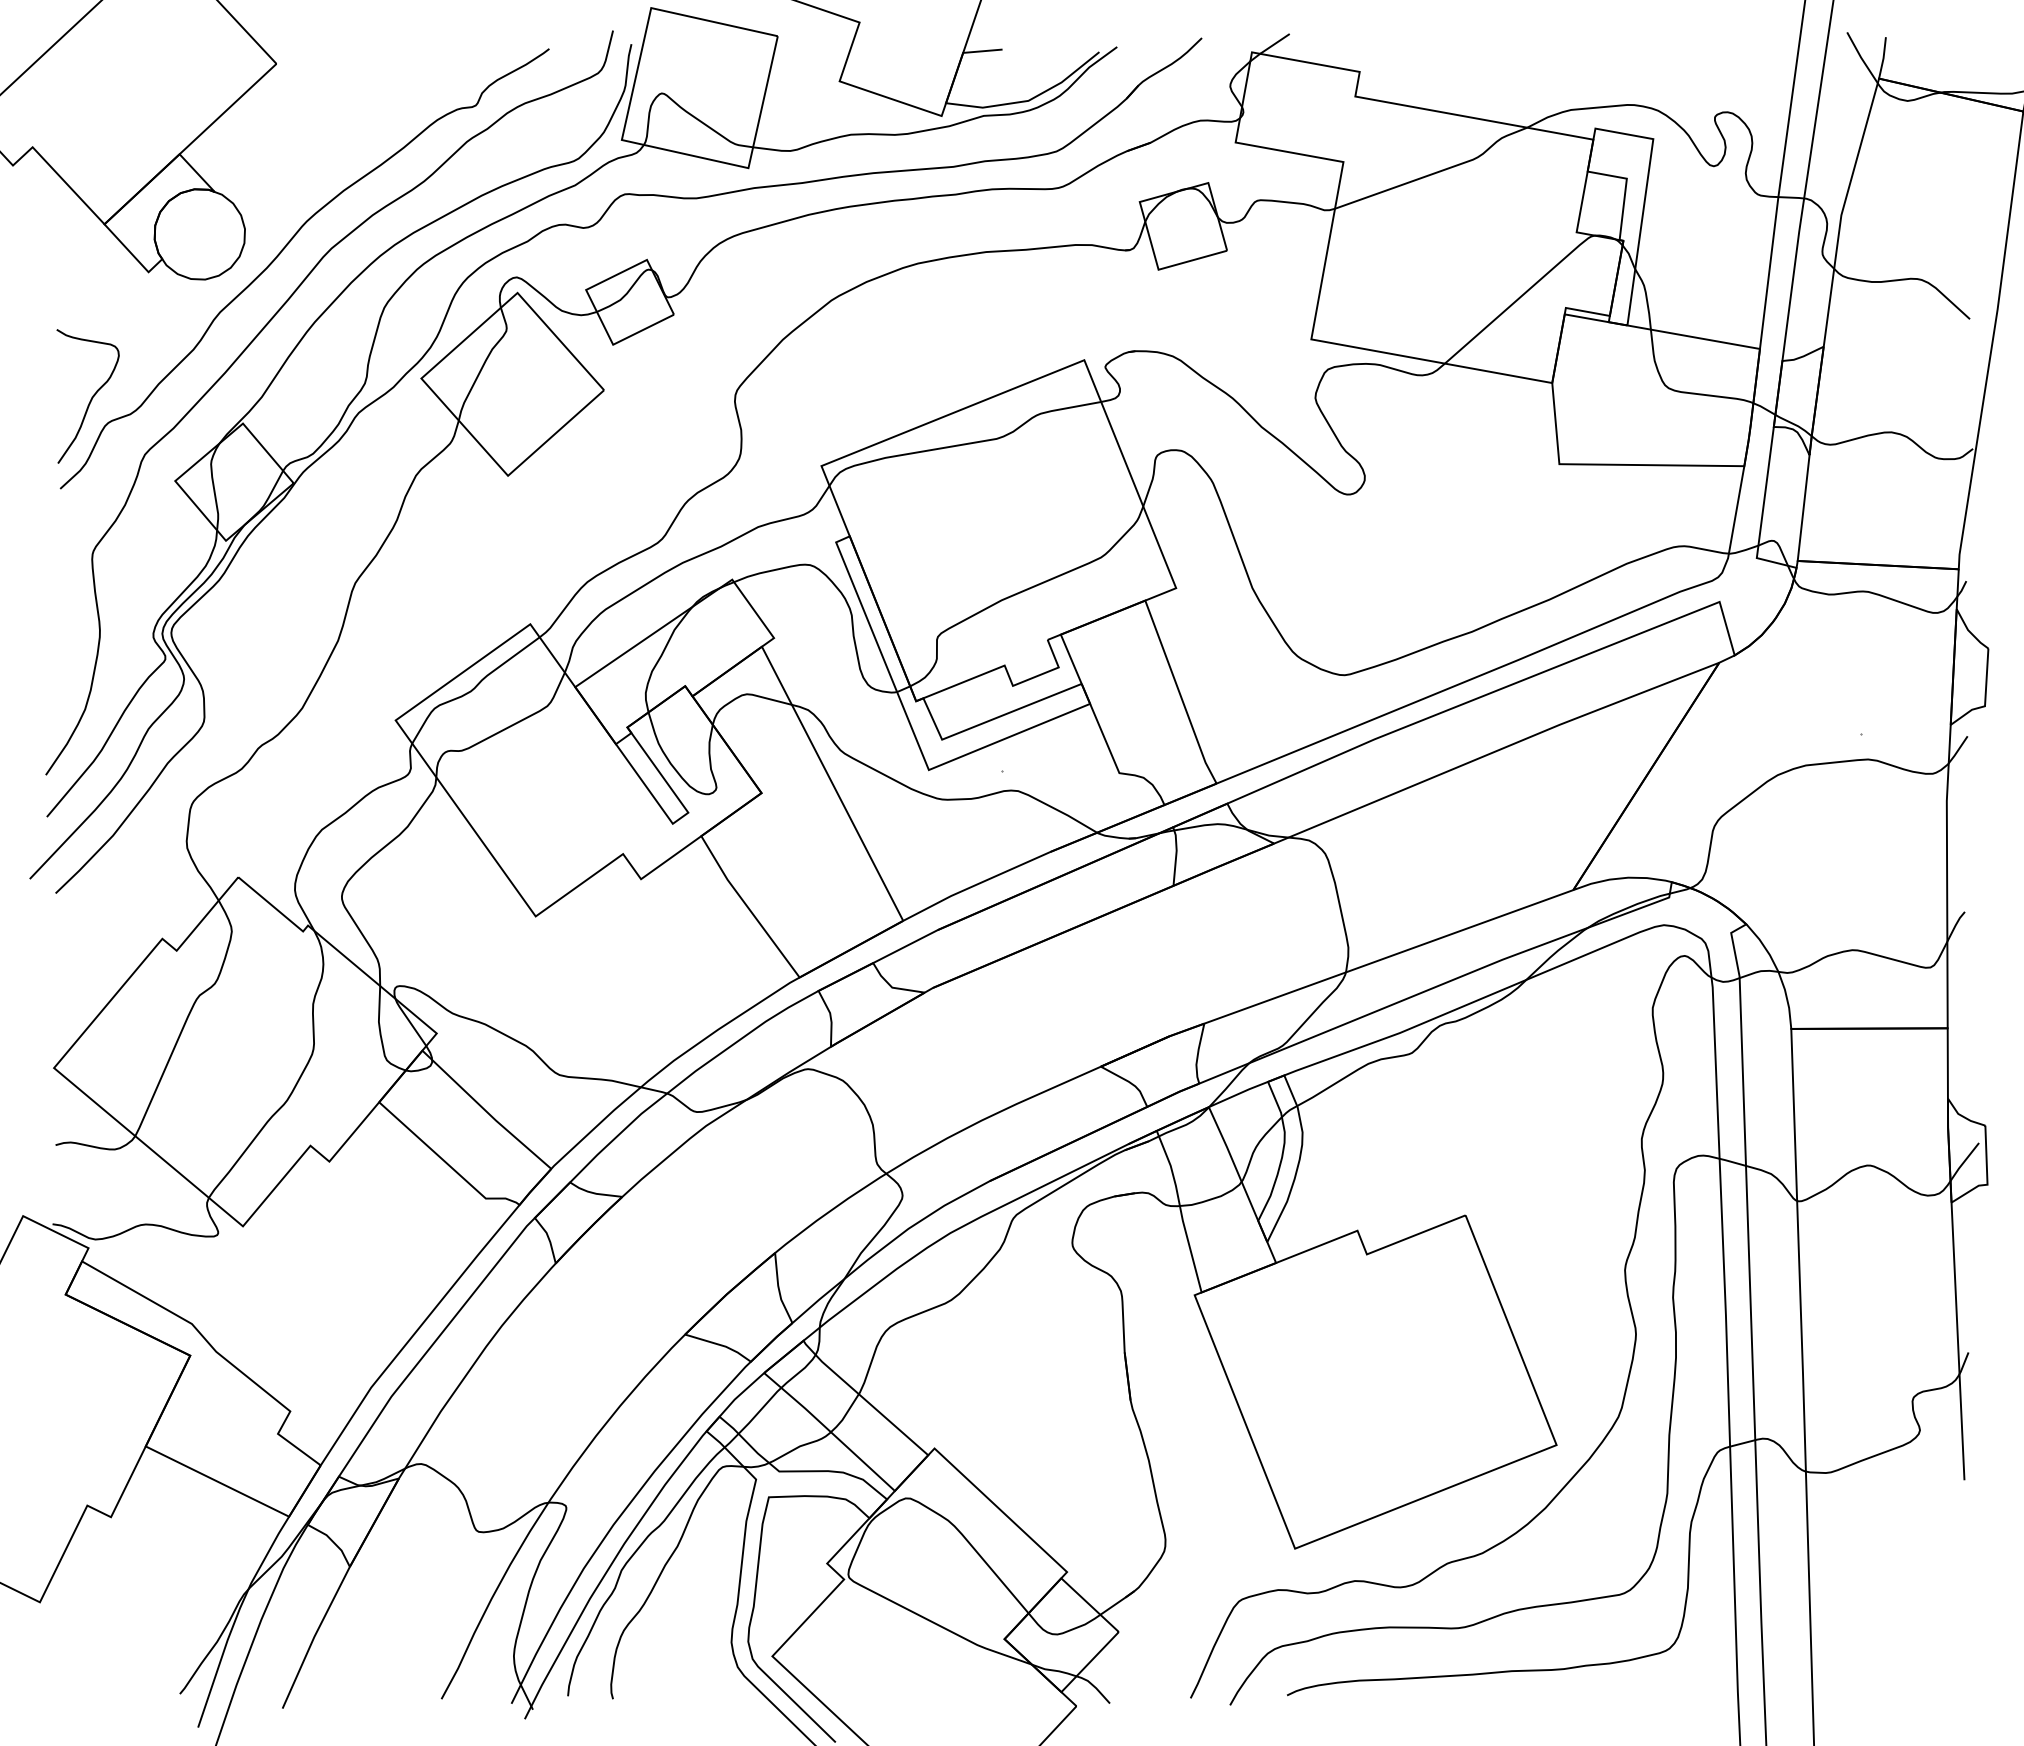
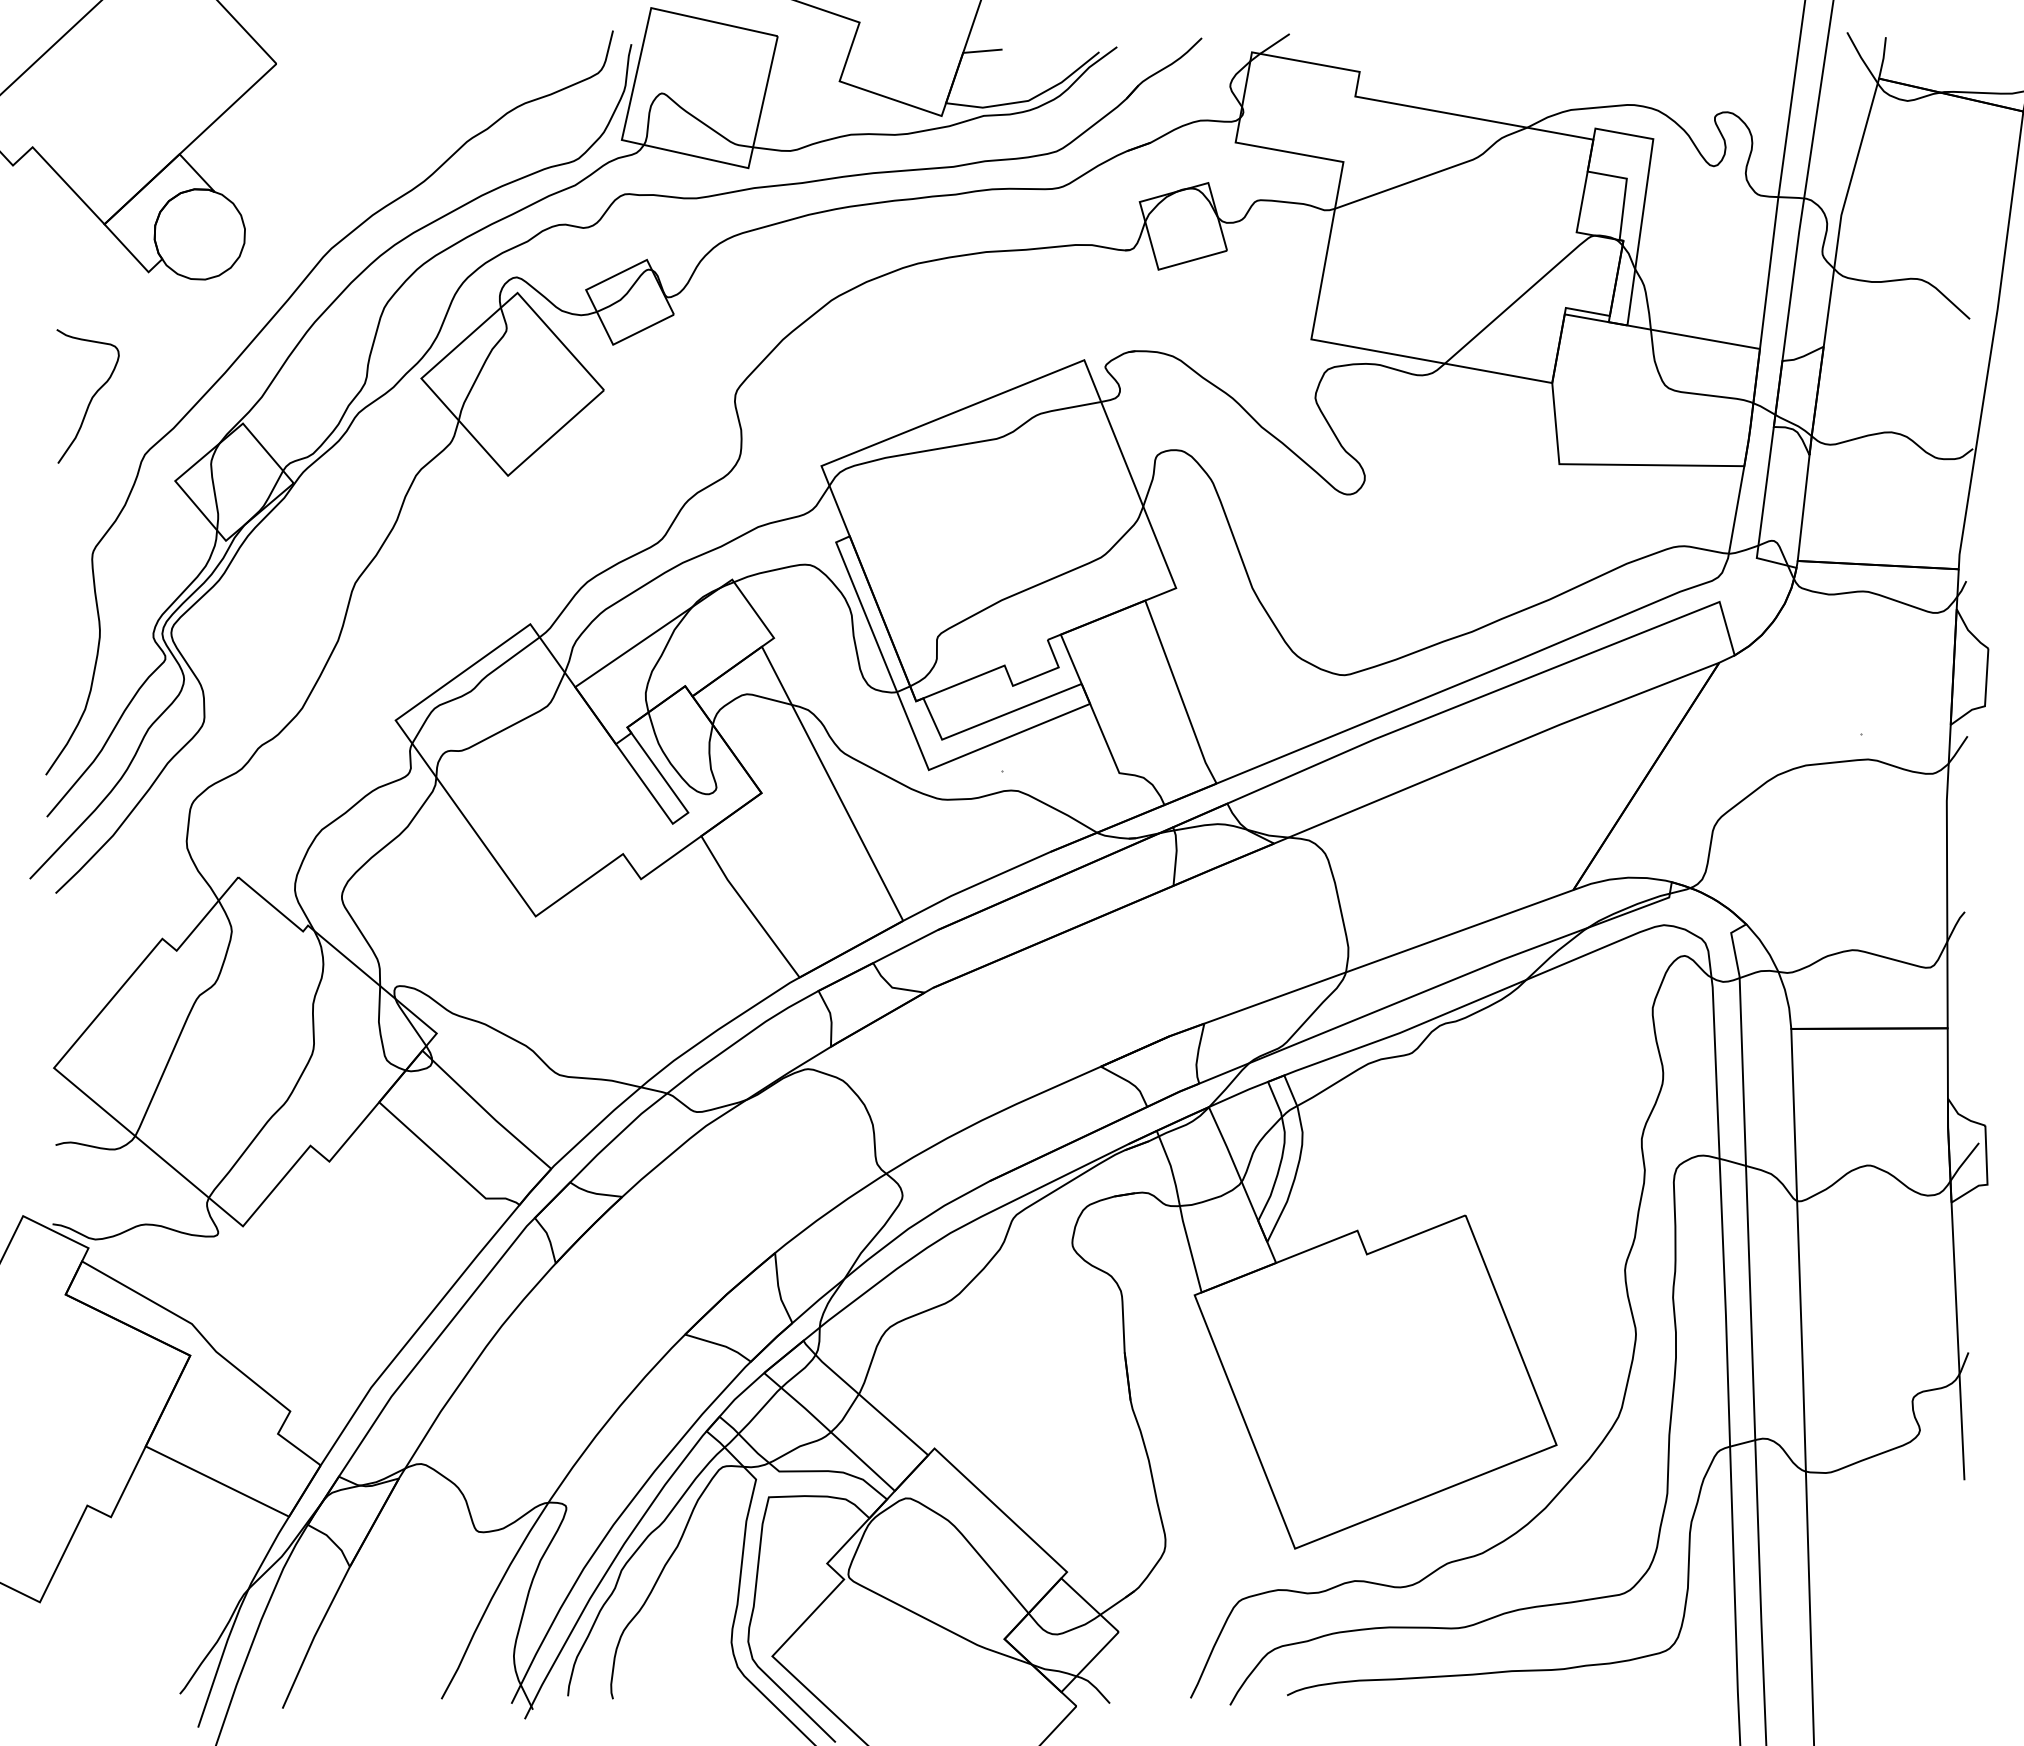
curve at (285, 248): present -> none
